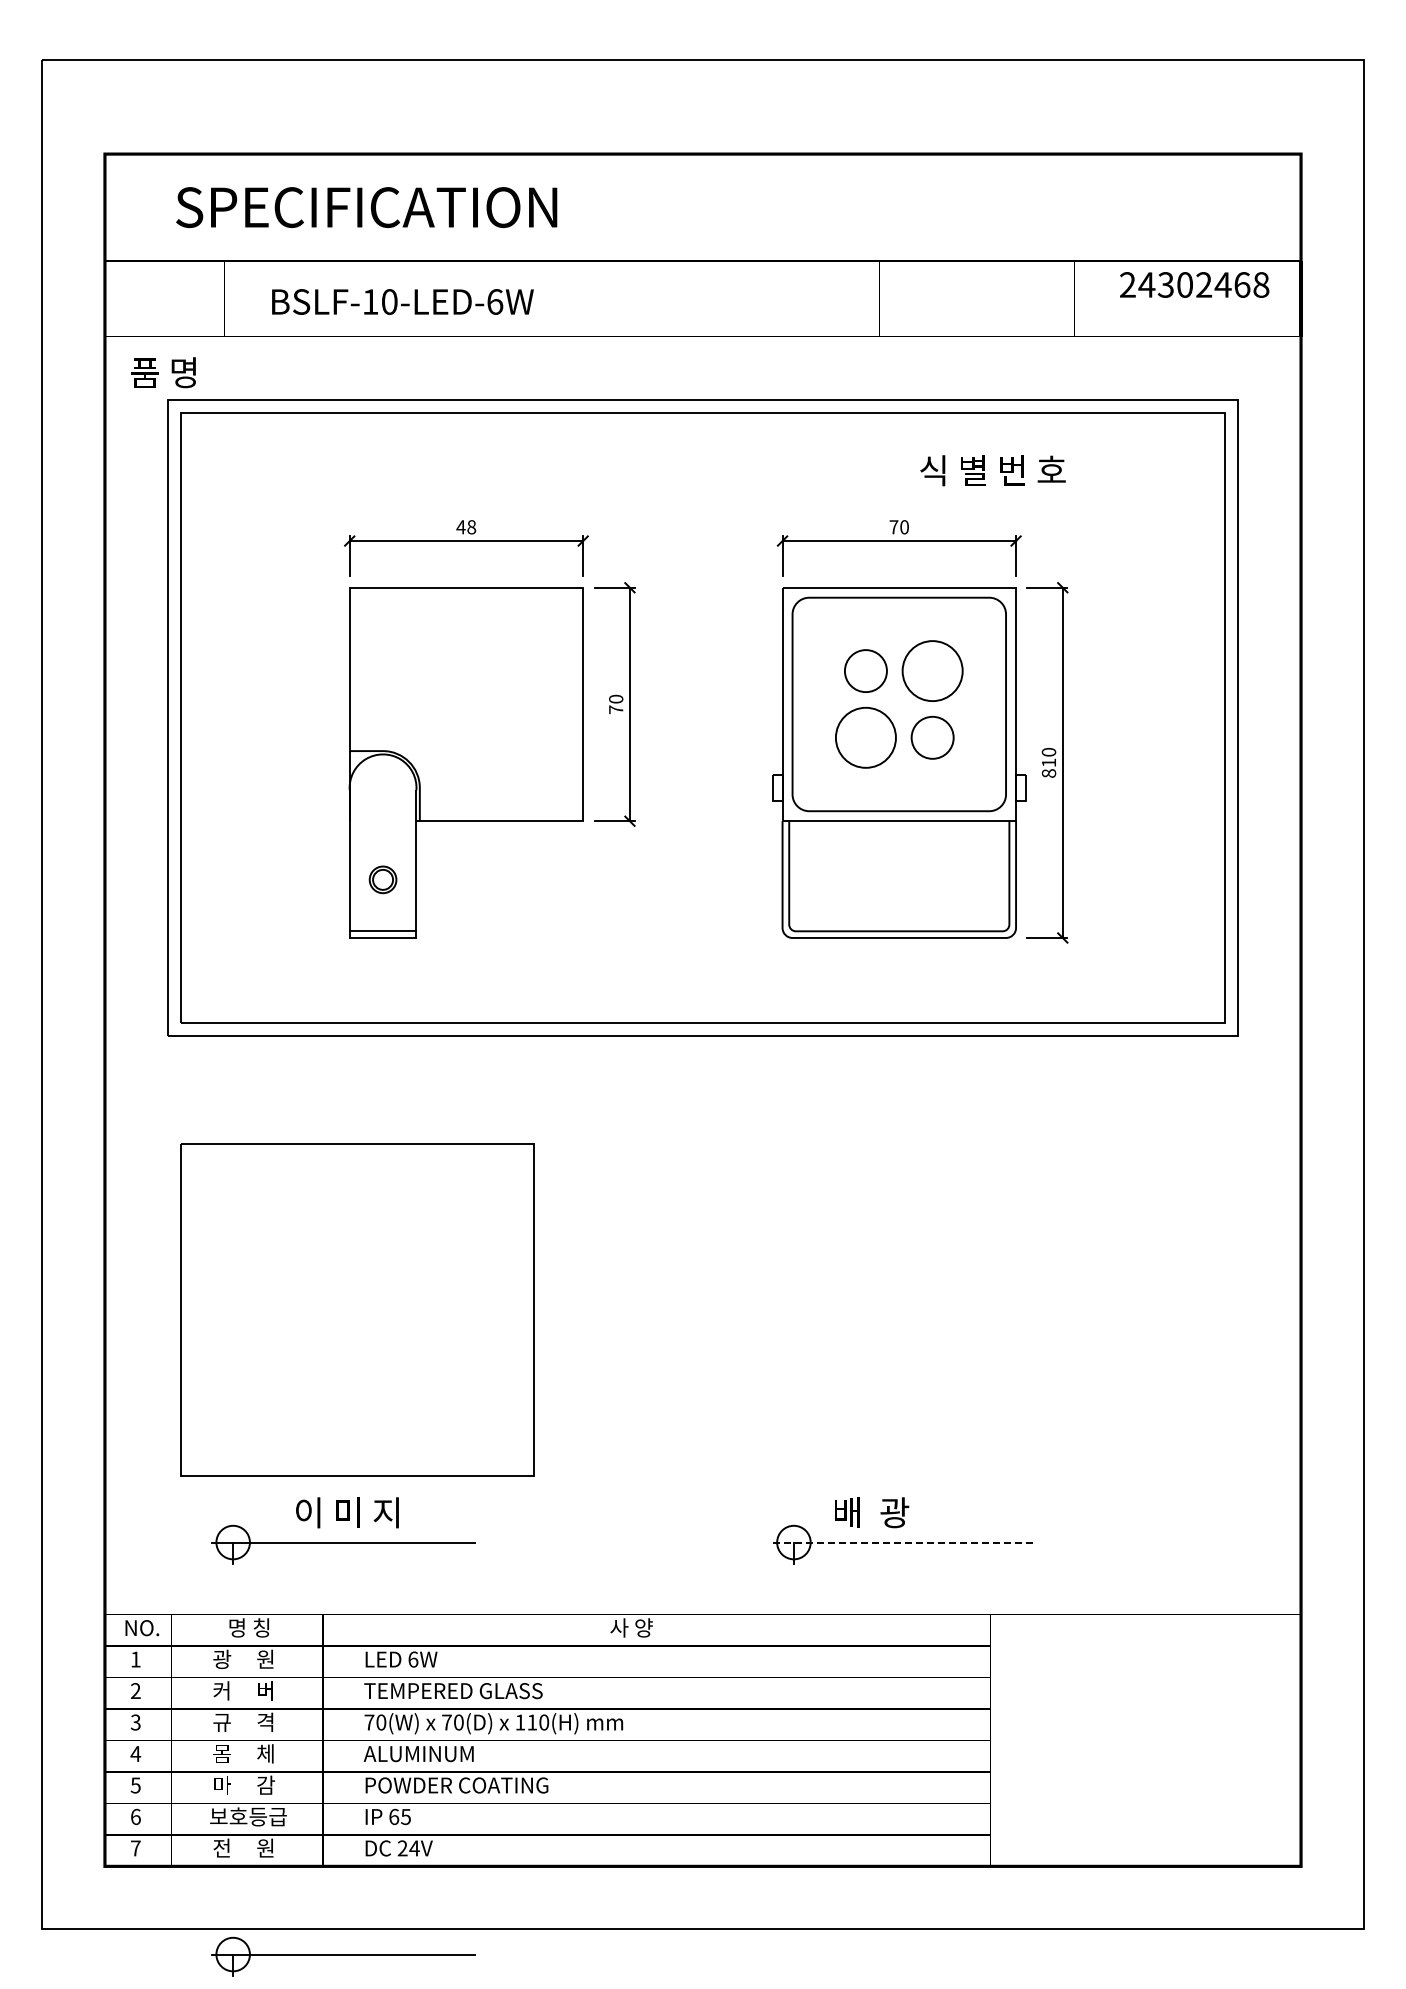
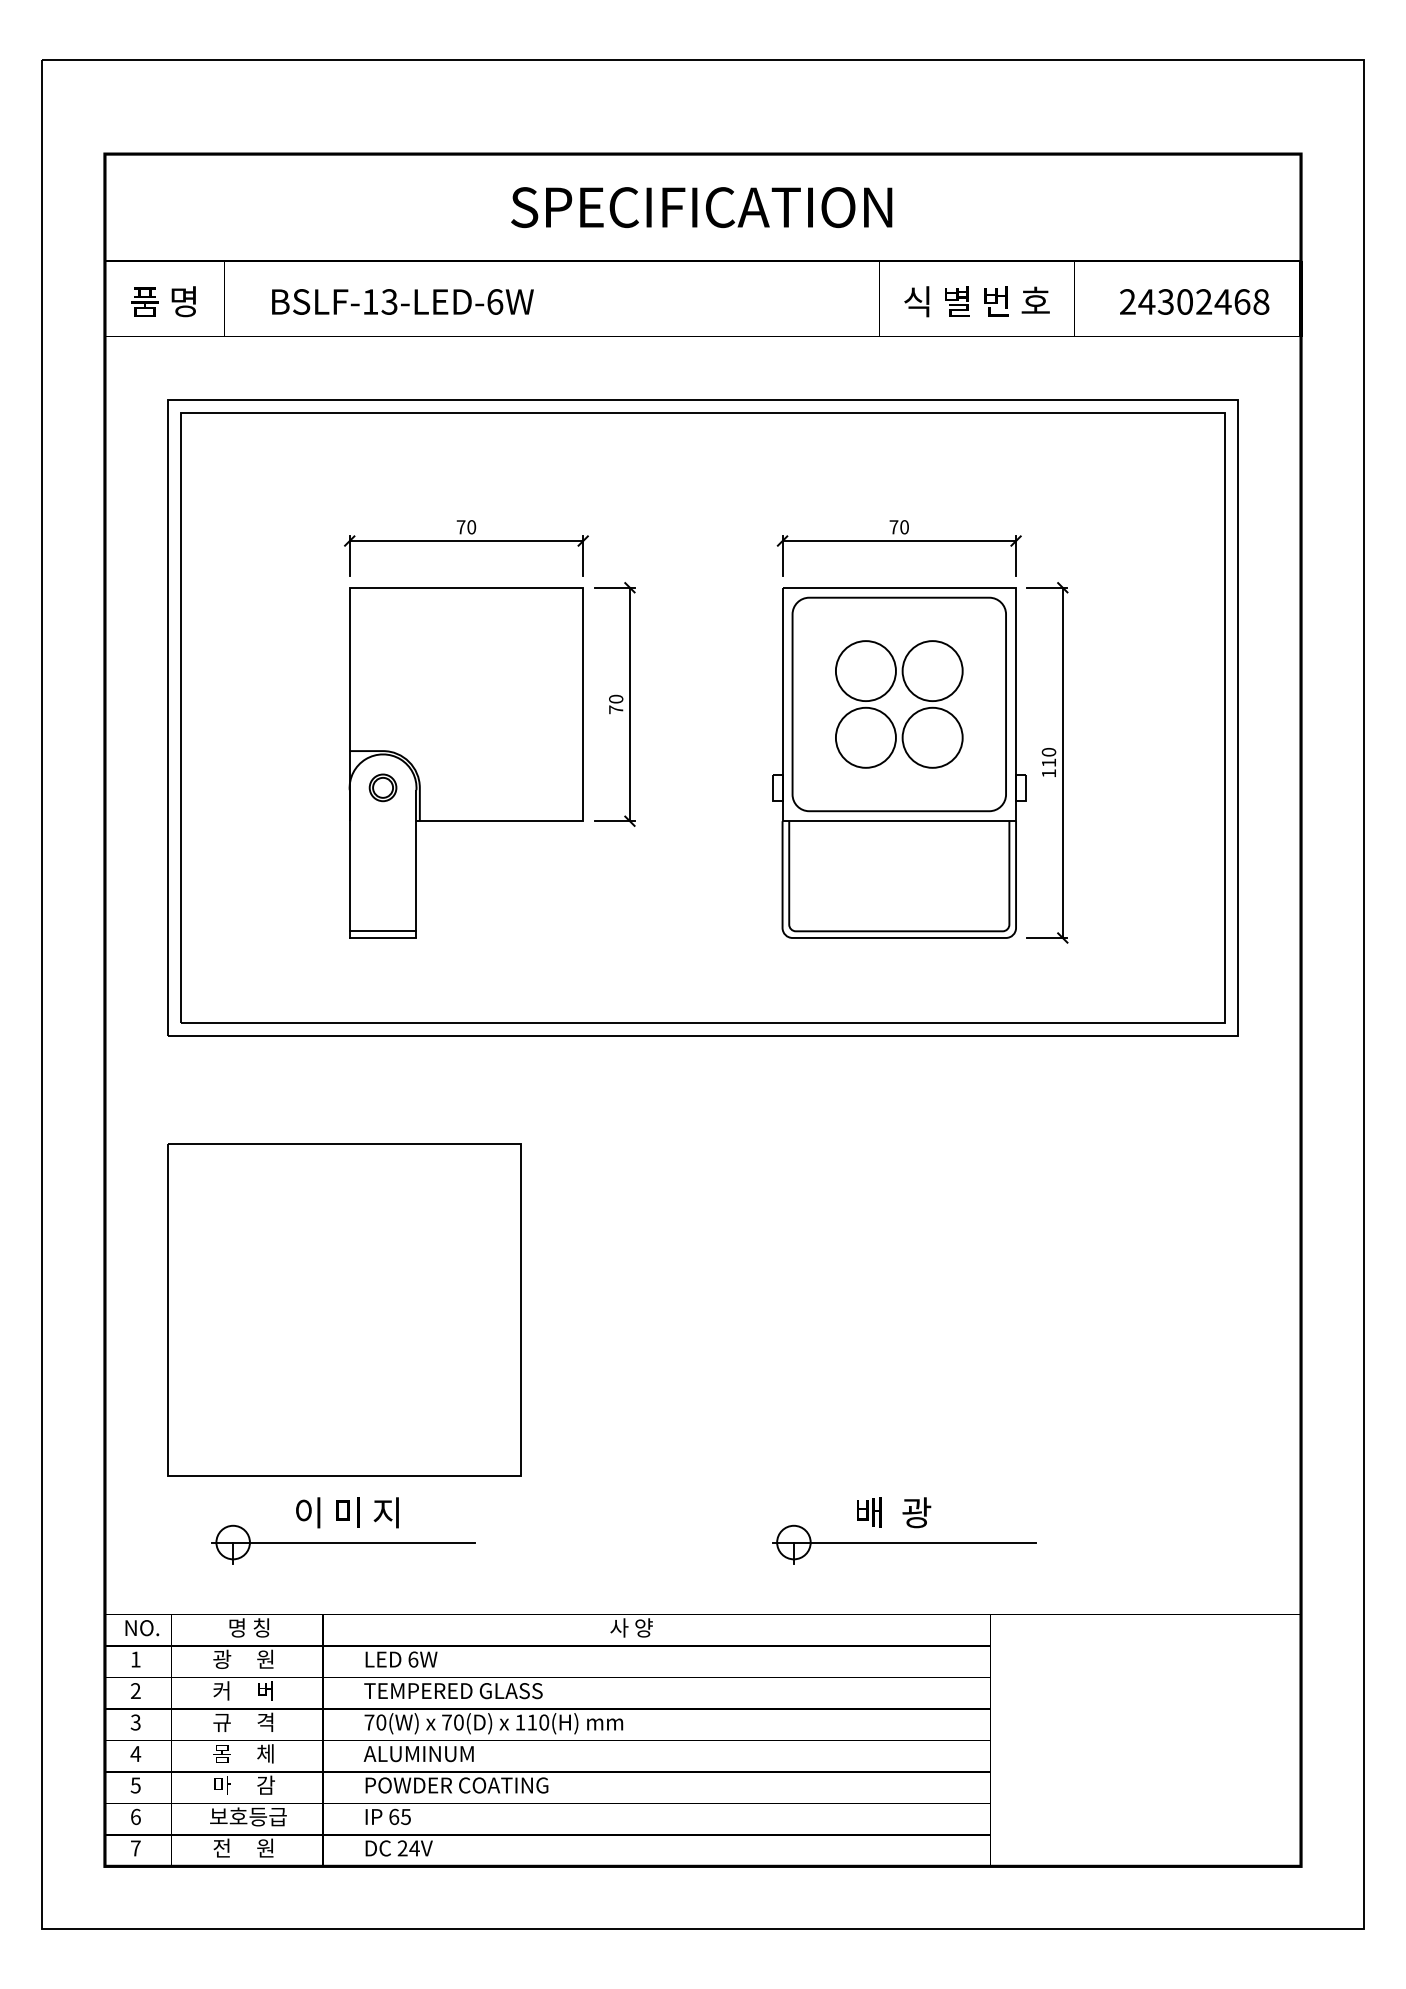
text at (366, 207) position: (366, 207) -> (701, 207)
text at (1194, 284) position: (1194, 284) -> (1194, 301)
text at (389, 301): BSLF-10-LED-6W -> BSLF-13-LED-6W
text at (163, 372) position: (163, 372) -> (163, 301)
text at (992, 470) position: (992, 470) -> (976, 301)
text at (466, 527): 48 -> 70
circle at (865, 671) diameter: 42 px -> 60 px
circle at (932, 737) diameter: 42 px -> 60 px
text at (1048, 773): 810 -> 110
part at (382, 879) position: (382, 879) -> (382, 787)
part at (357, 1309) position: (357, 1309) -> (344, 1309)
text at (872, 1512) position: (872, 1512) -> (894, 1512)
line at (904, 1542): dashed -> solid
part at (343, 1956): present -> none
